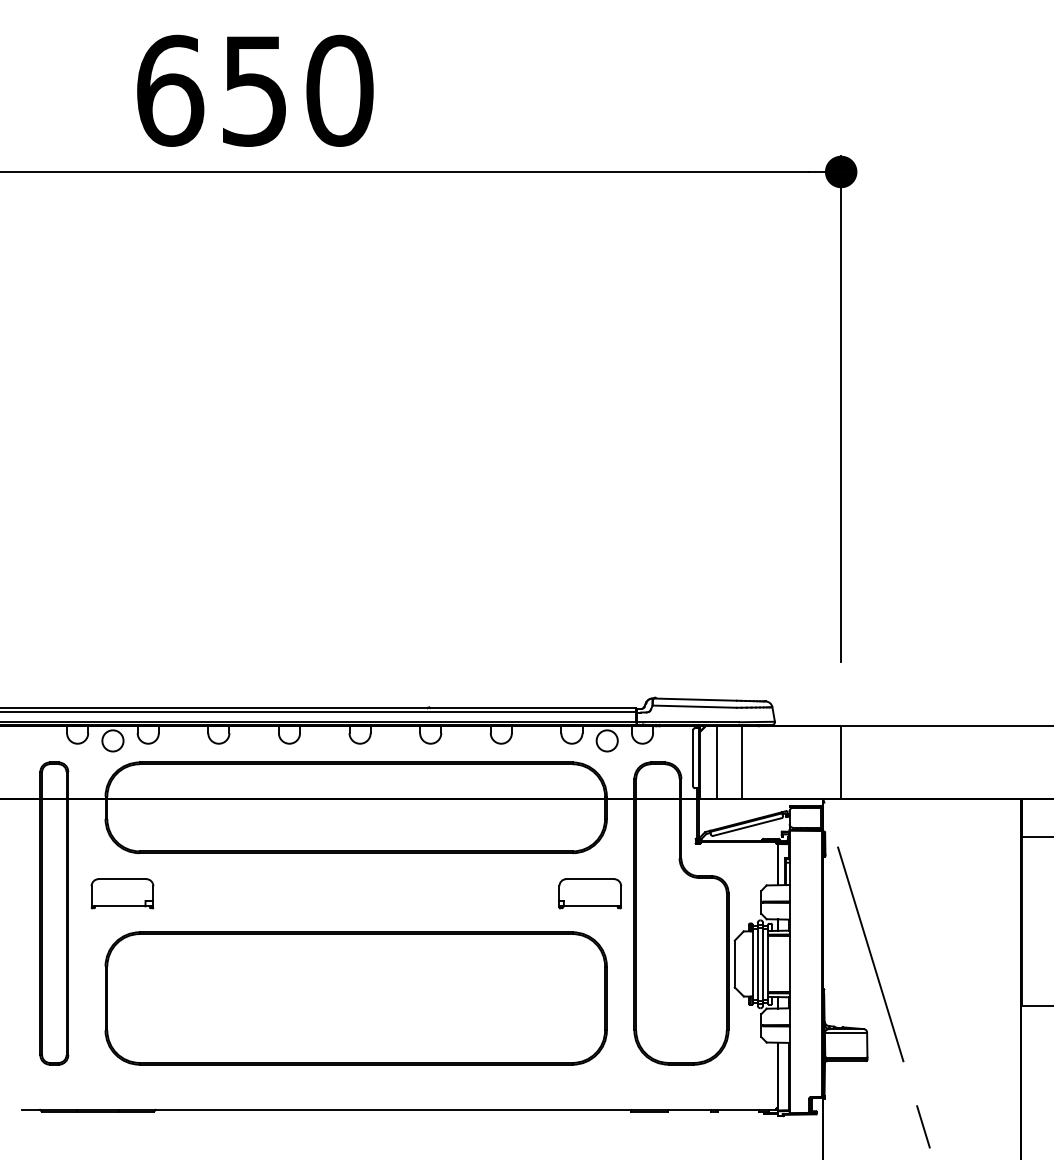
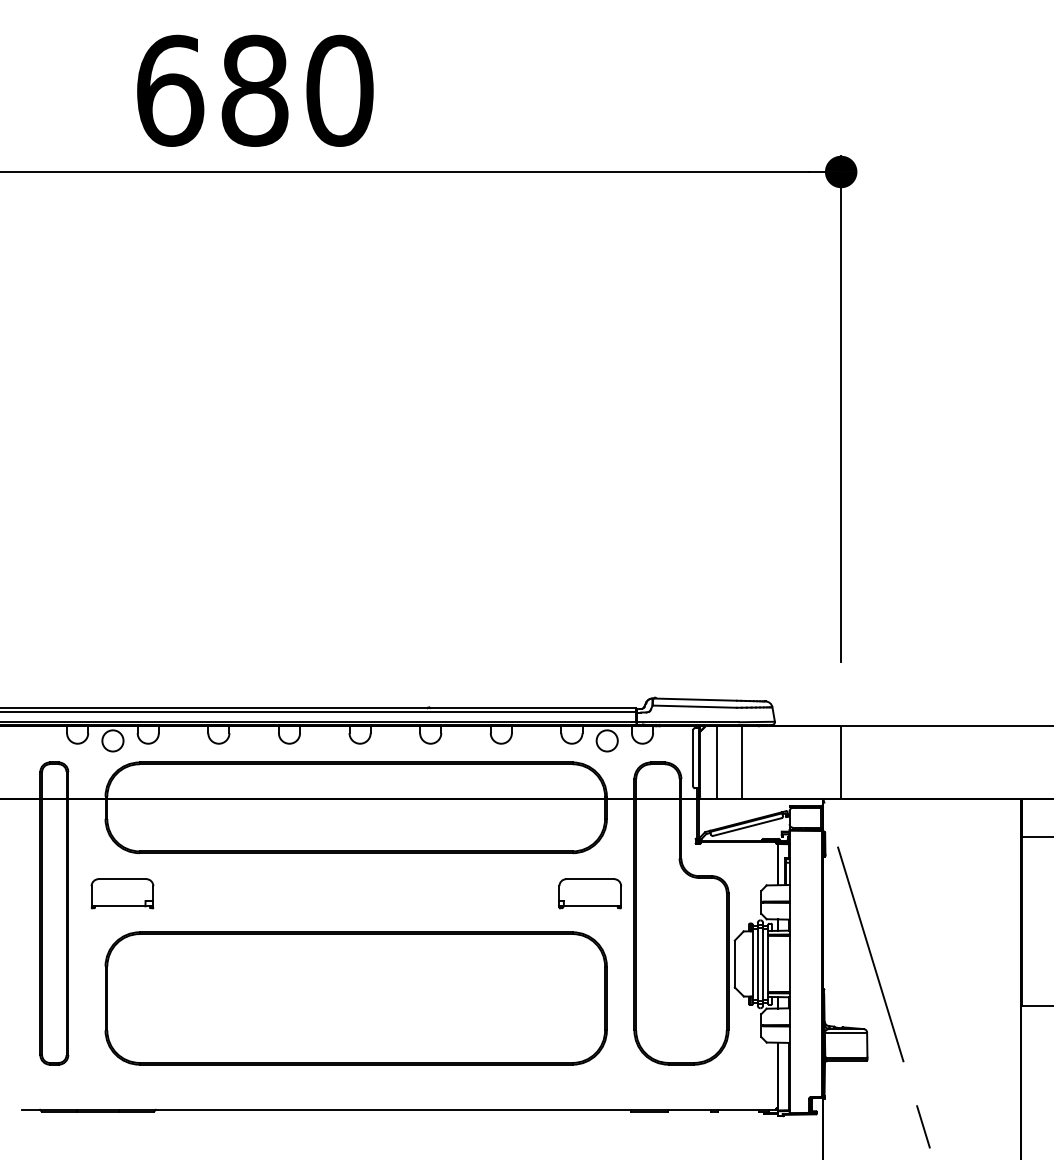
text at (254, 90): 650 -> 680
